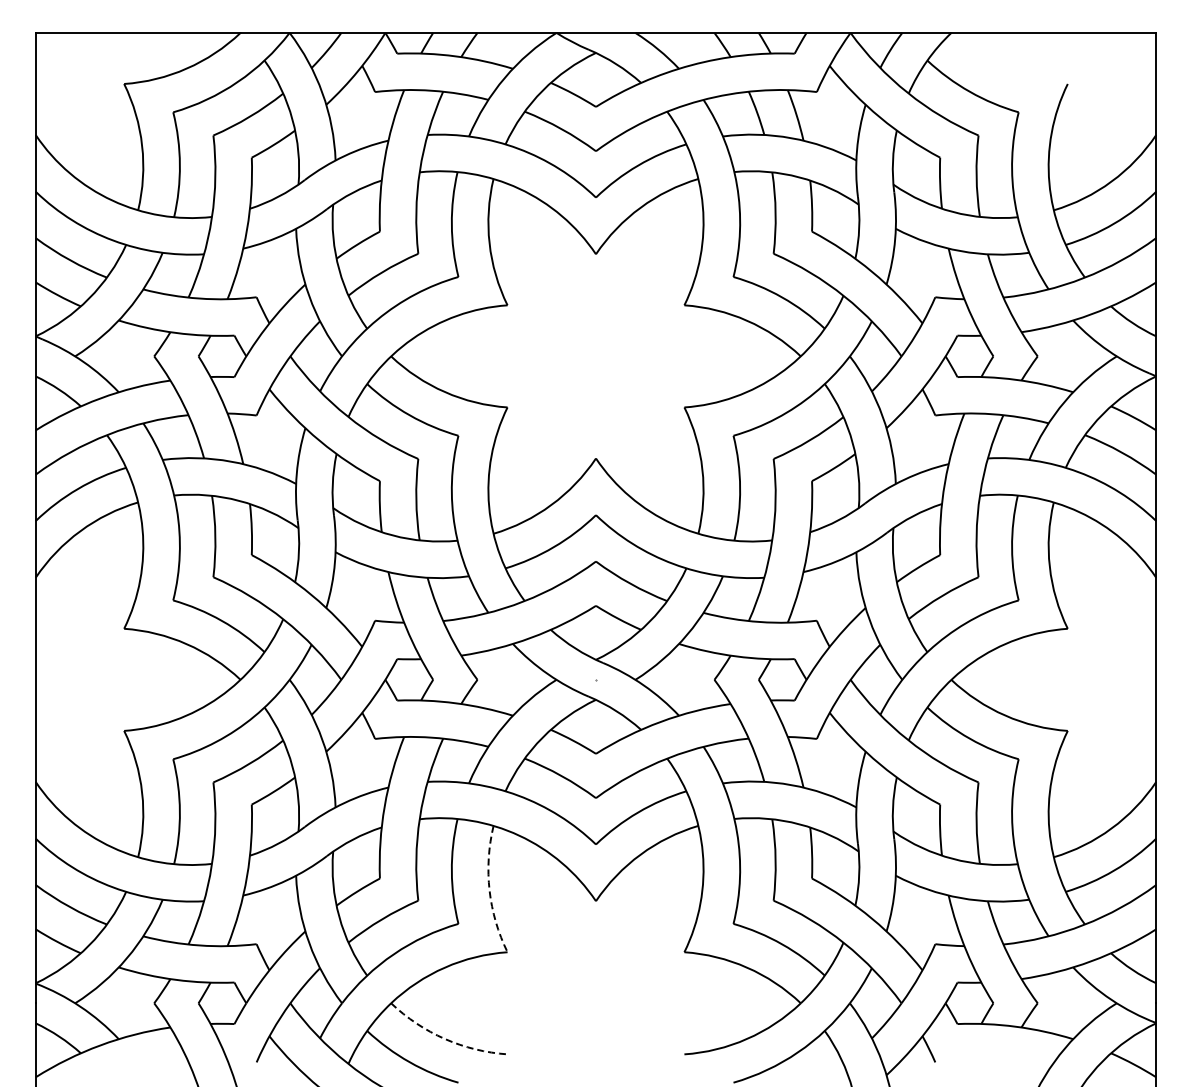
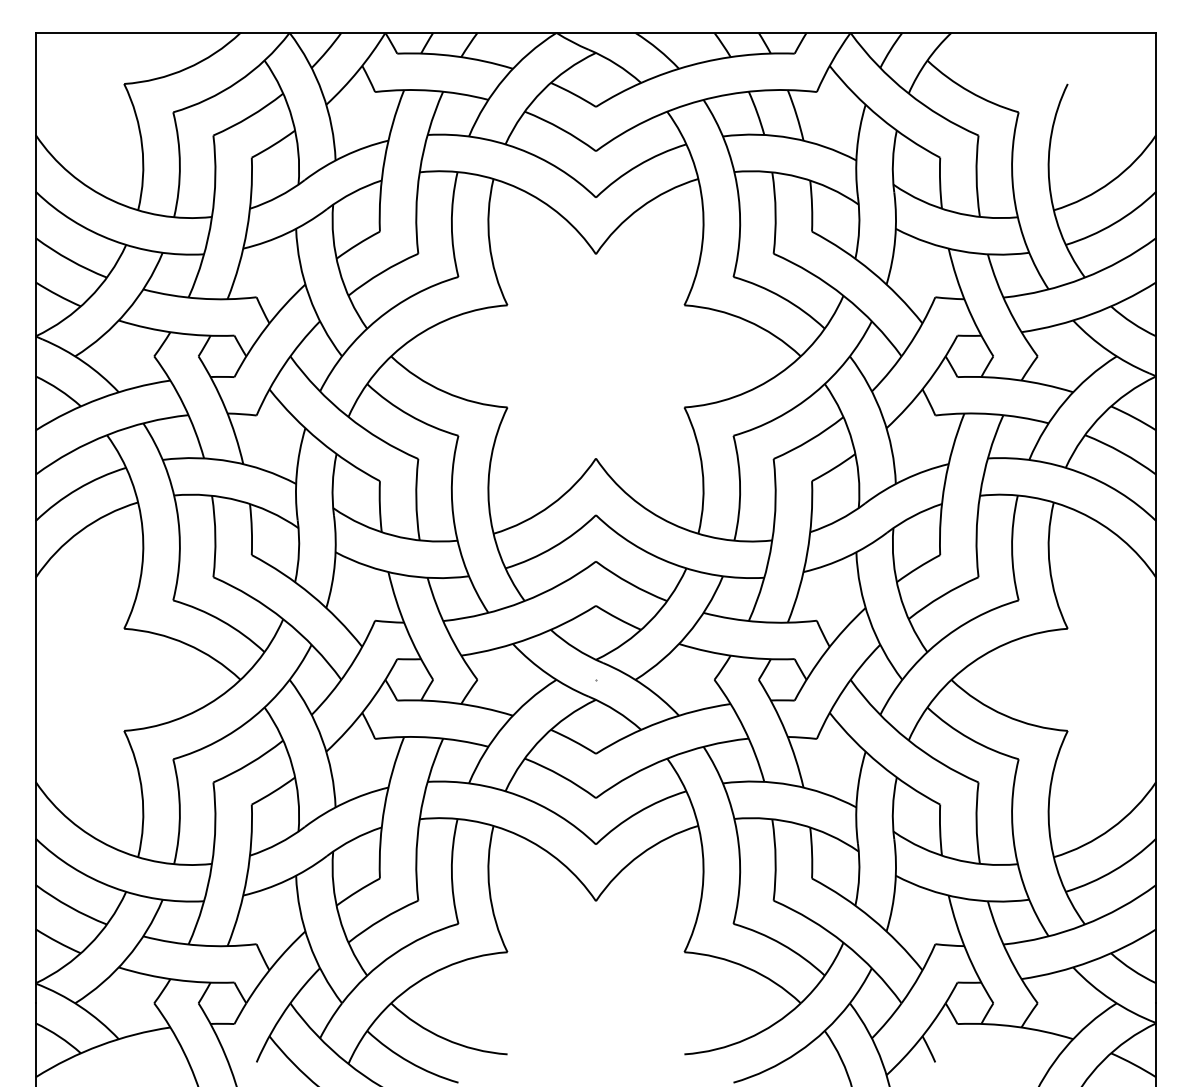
arc at (489, 890): dashed -> solid
arc at (444, 1038): dashed -> solid
